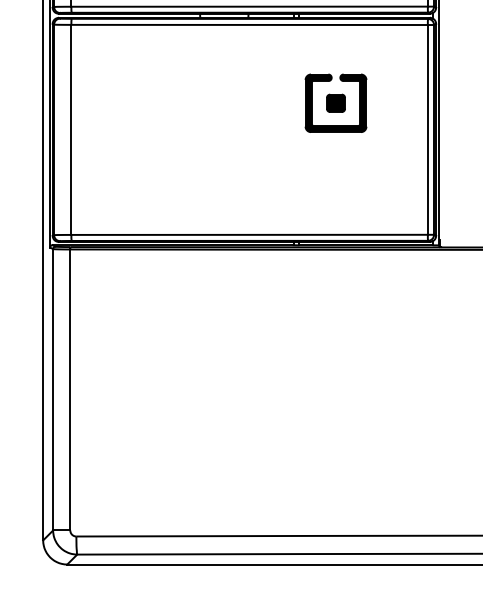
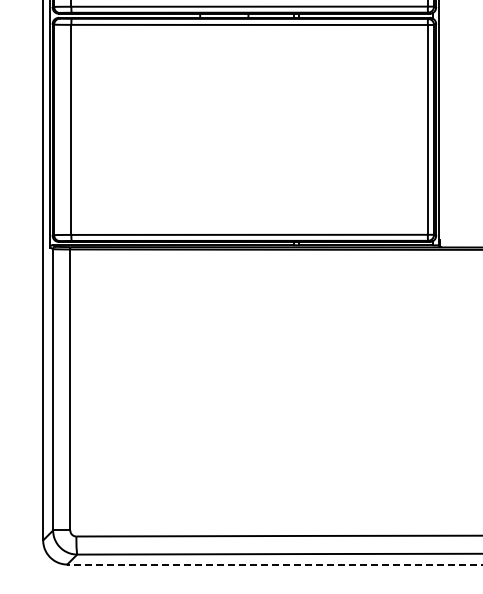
part at (335, 102): present -> none
line at (274, 564): solid -> dashed
